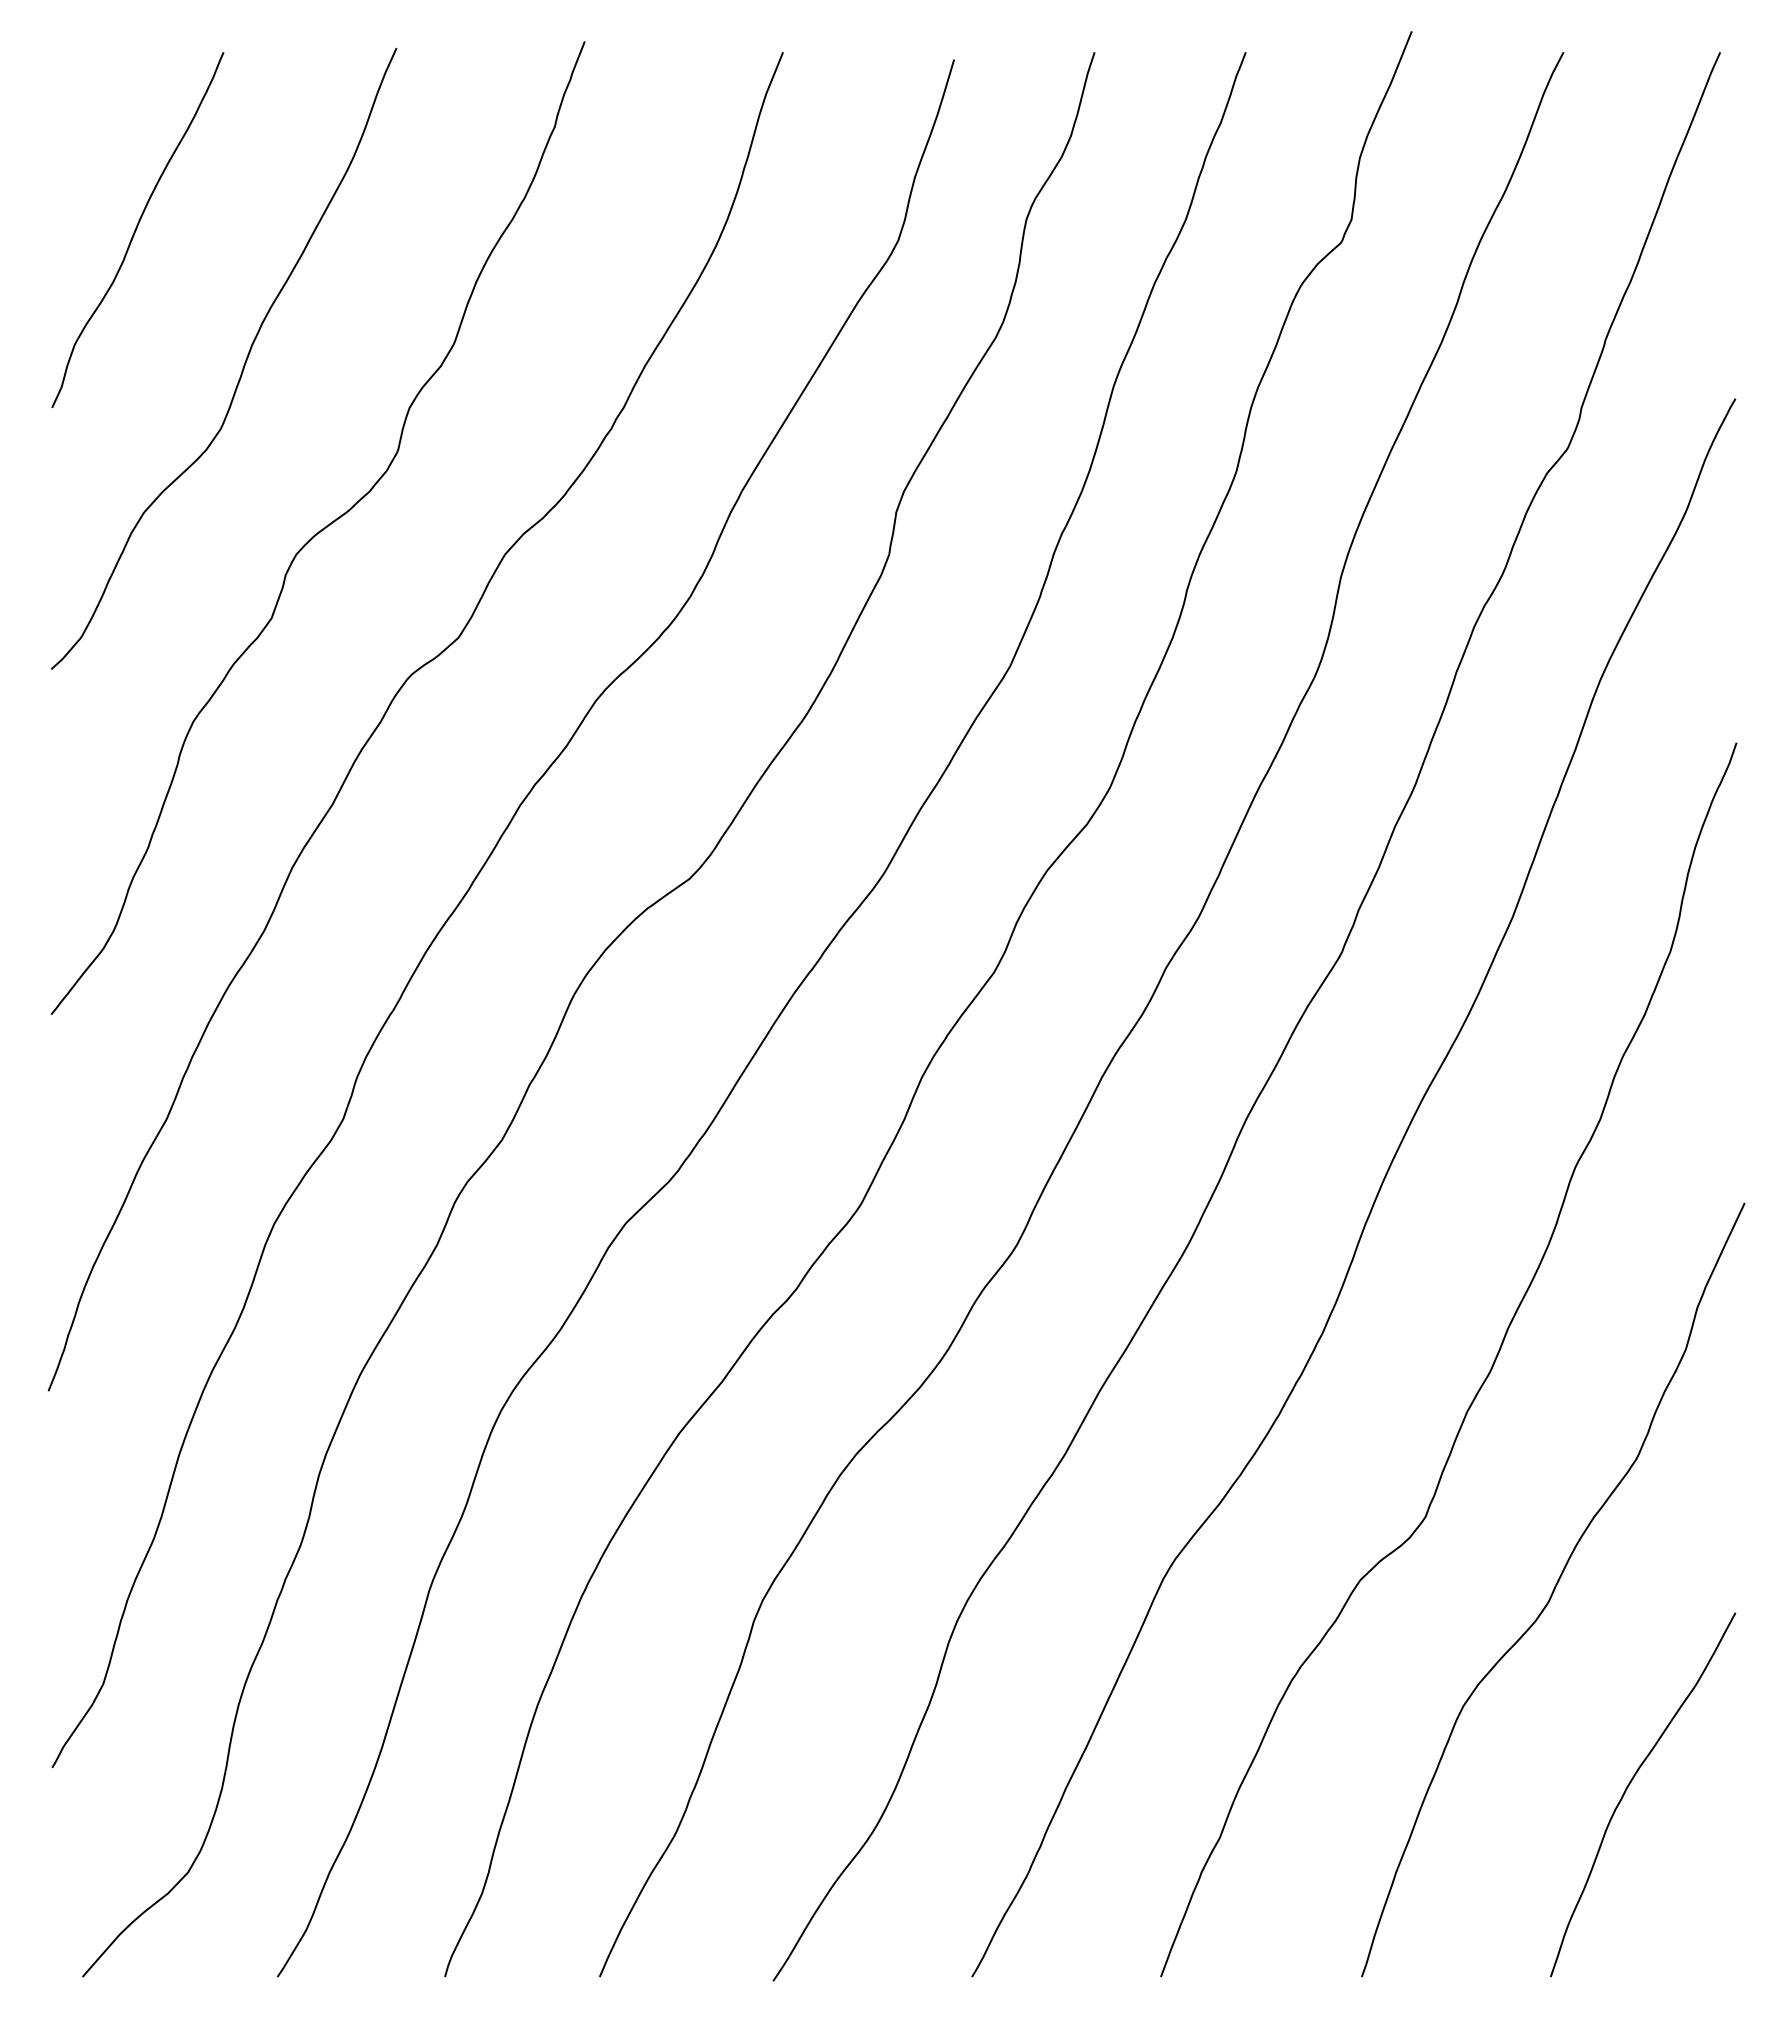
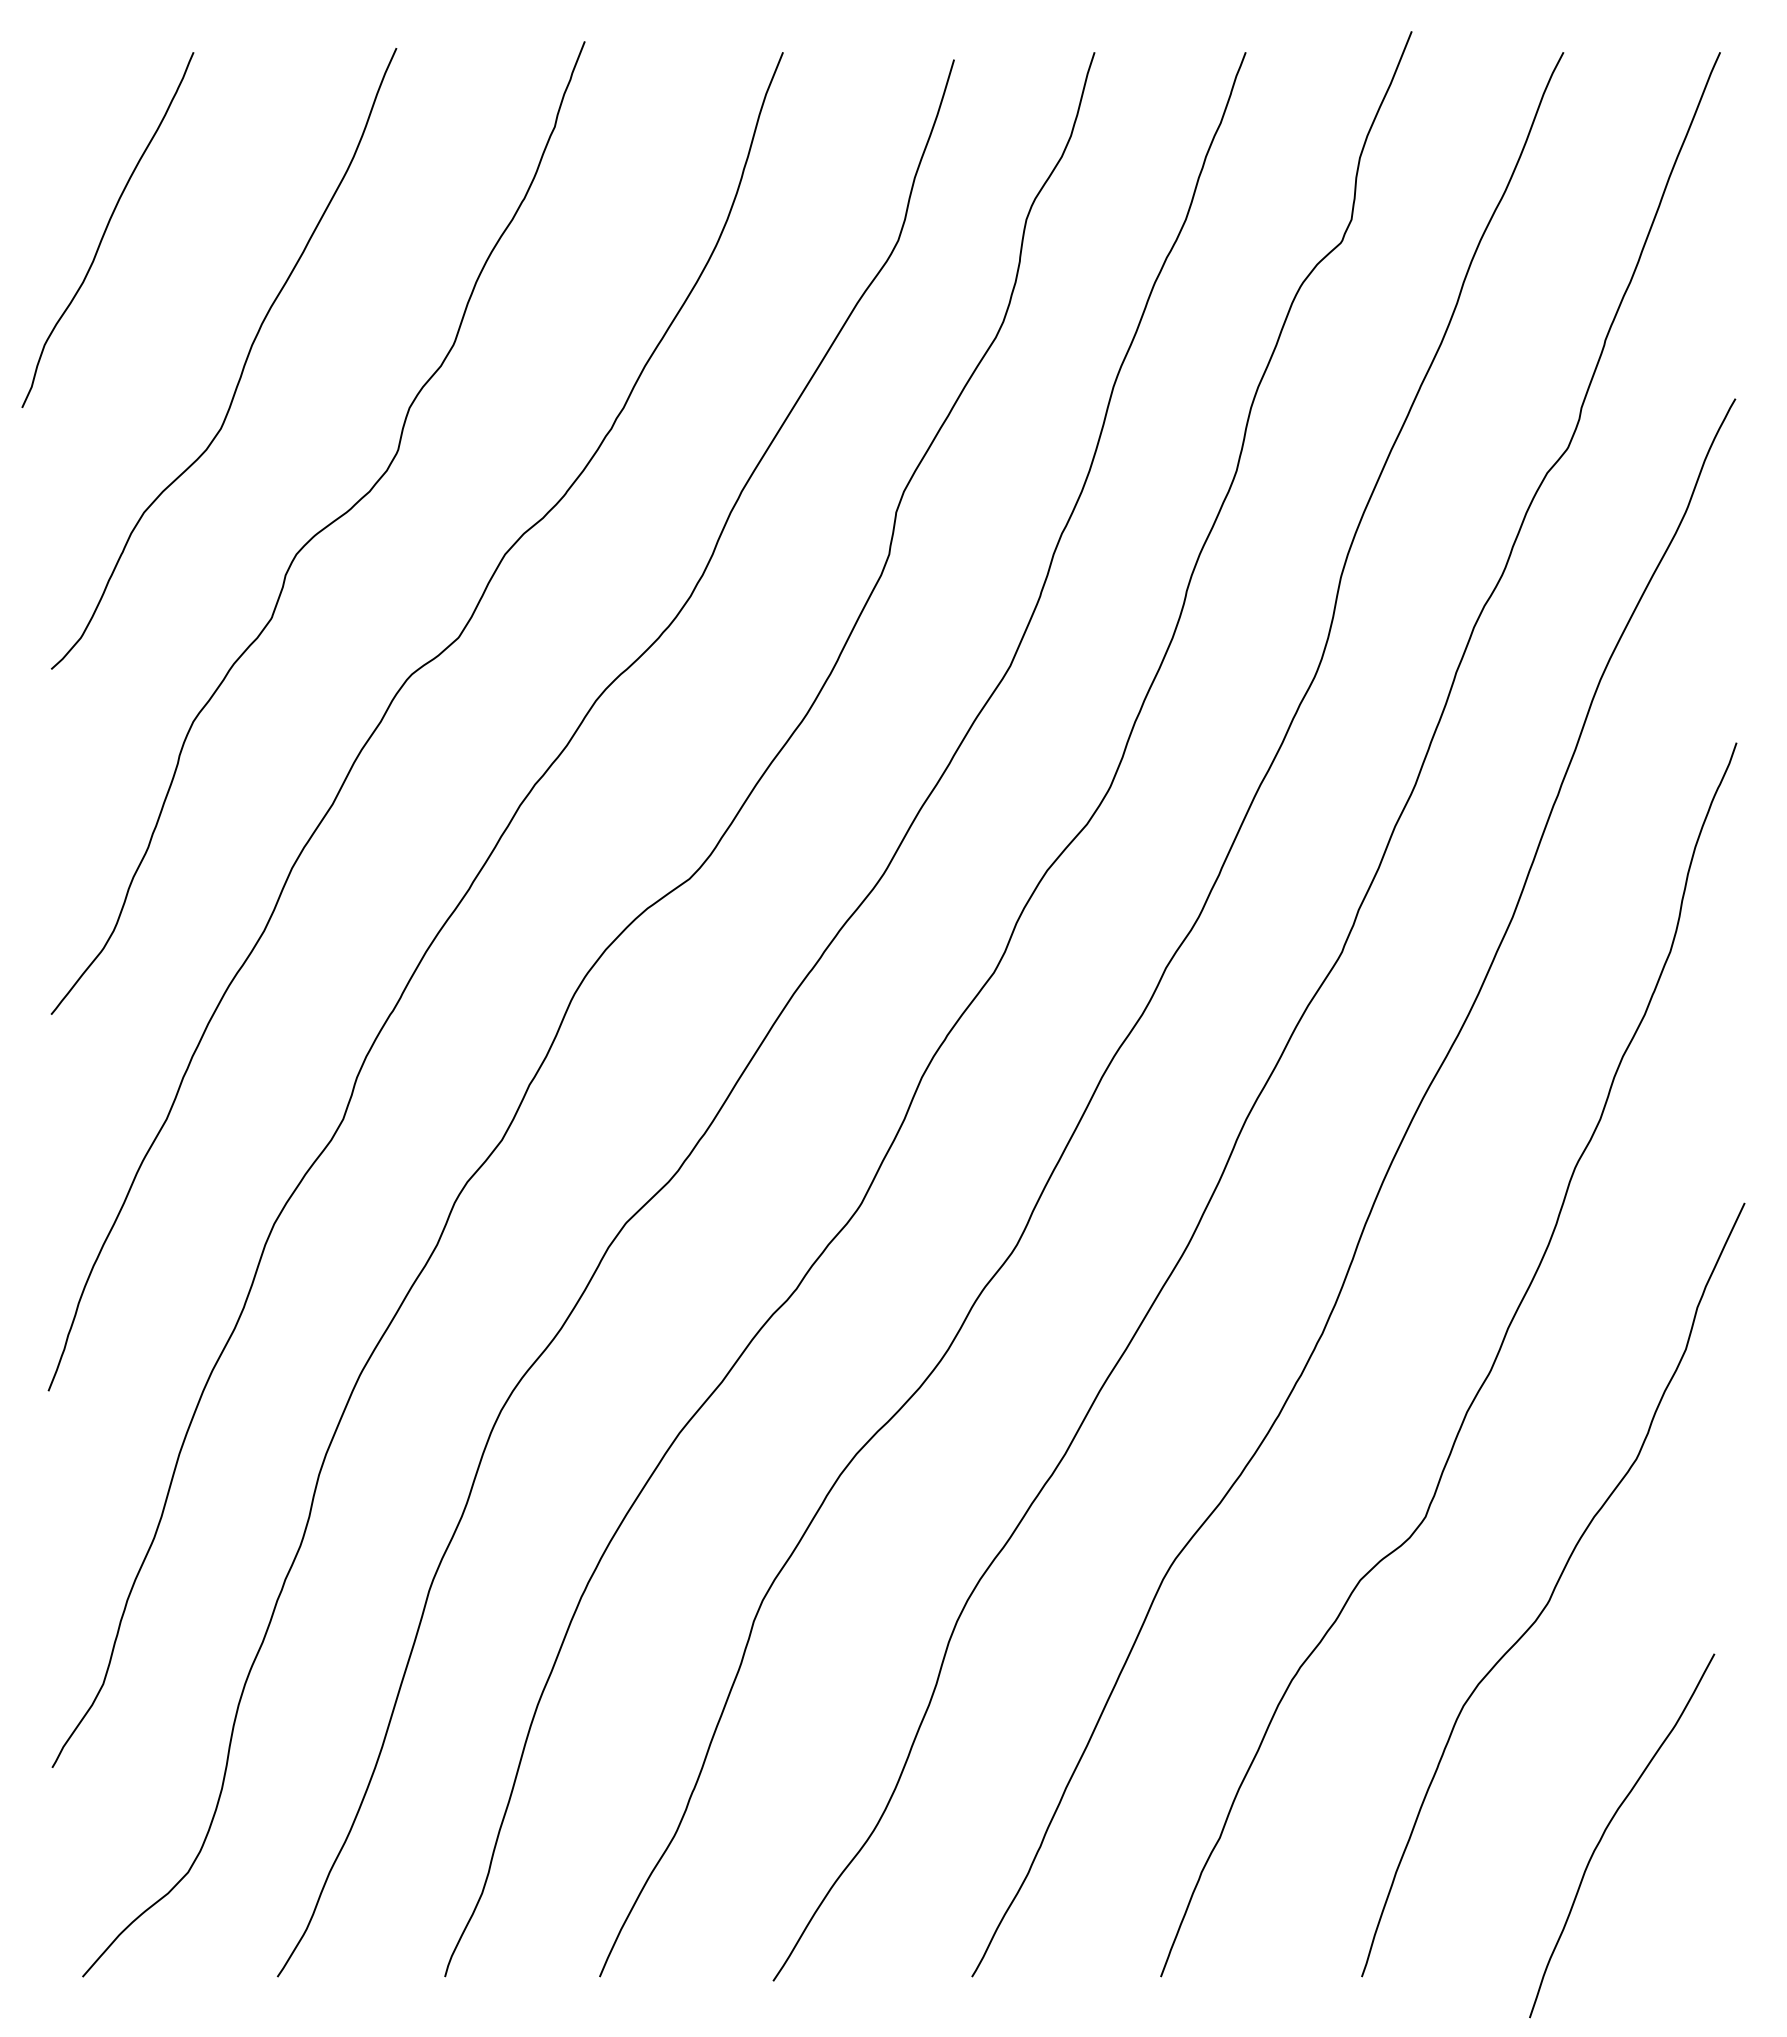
curve at (137, 228) position: (137, 228) -> (107, 228)
curve at (1630, 1784) position: (1630, 1784) -> (1609, 1825)
